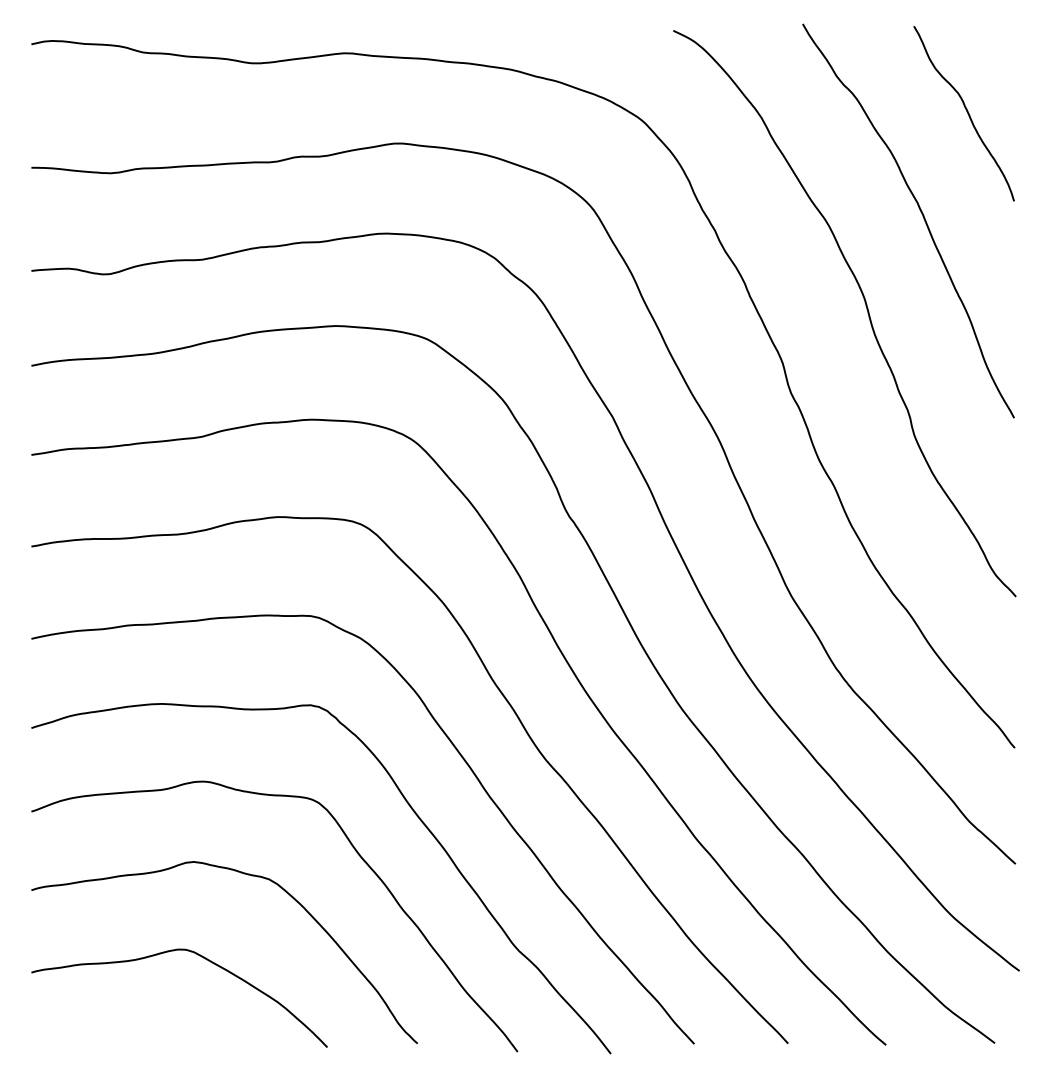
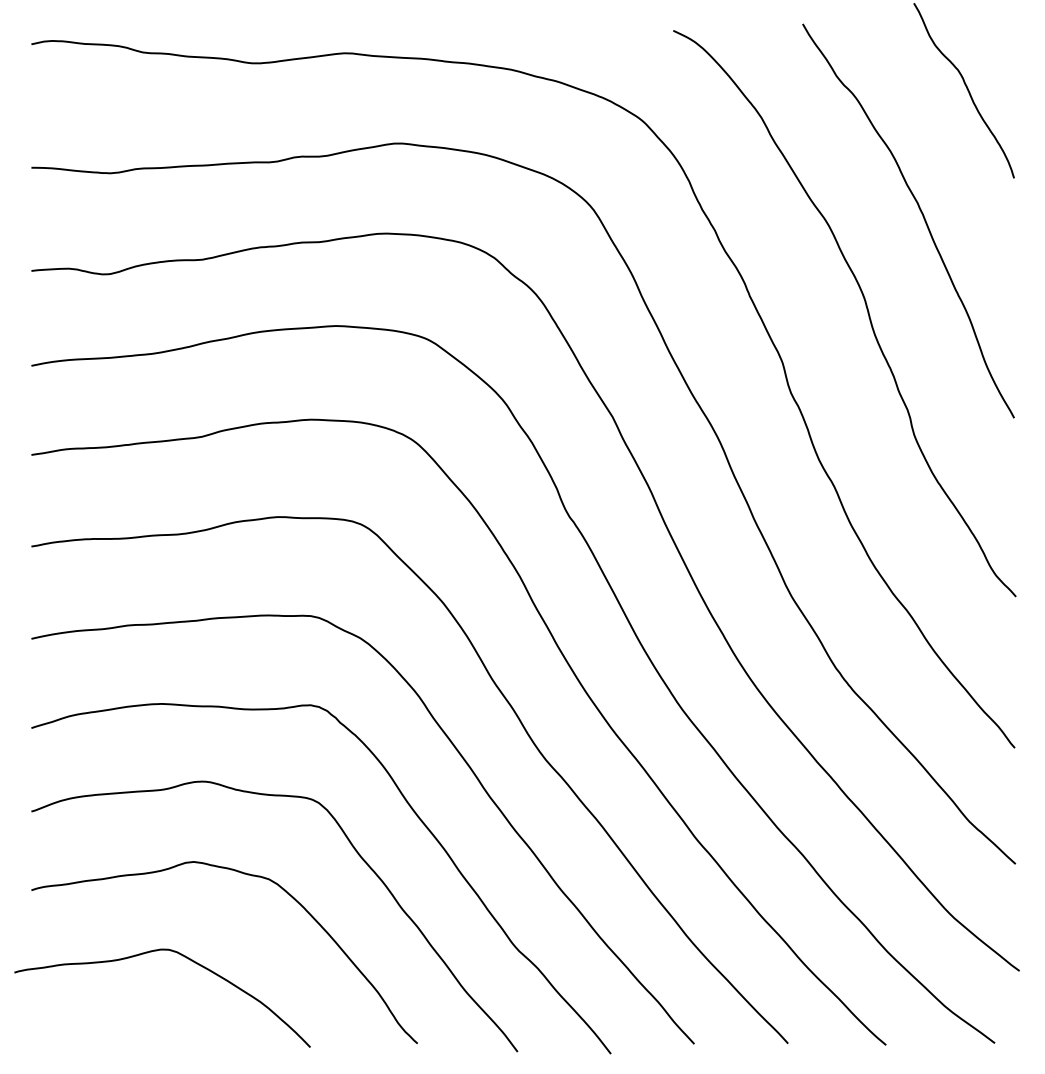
curve at (966, 112) position: (966, 112) -> (966, 89)
curve at (199, 956) position: (199, 956) -> (182, 956)
